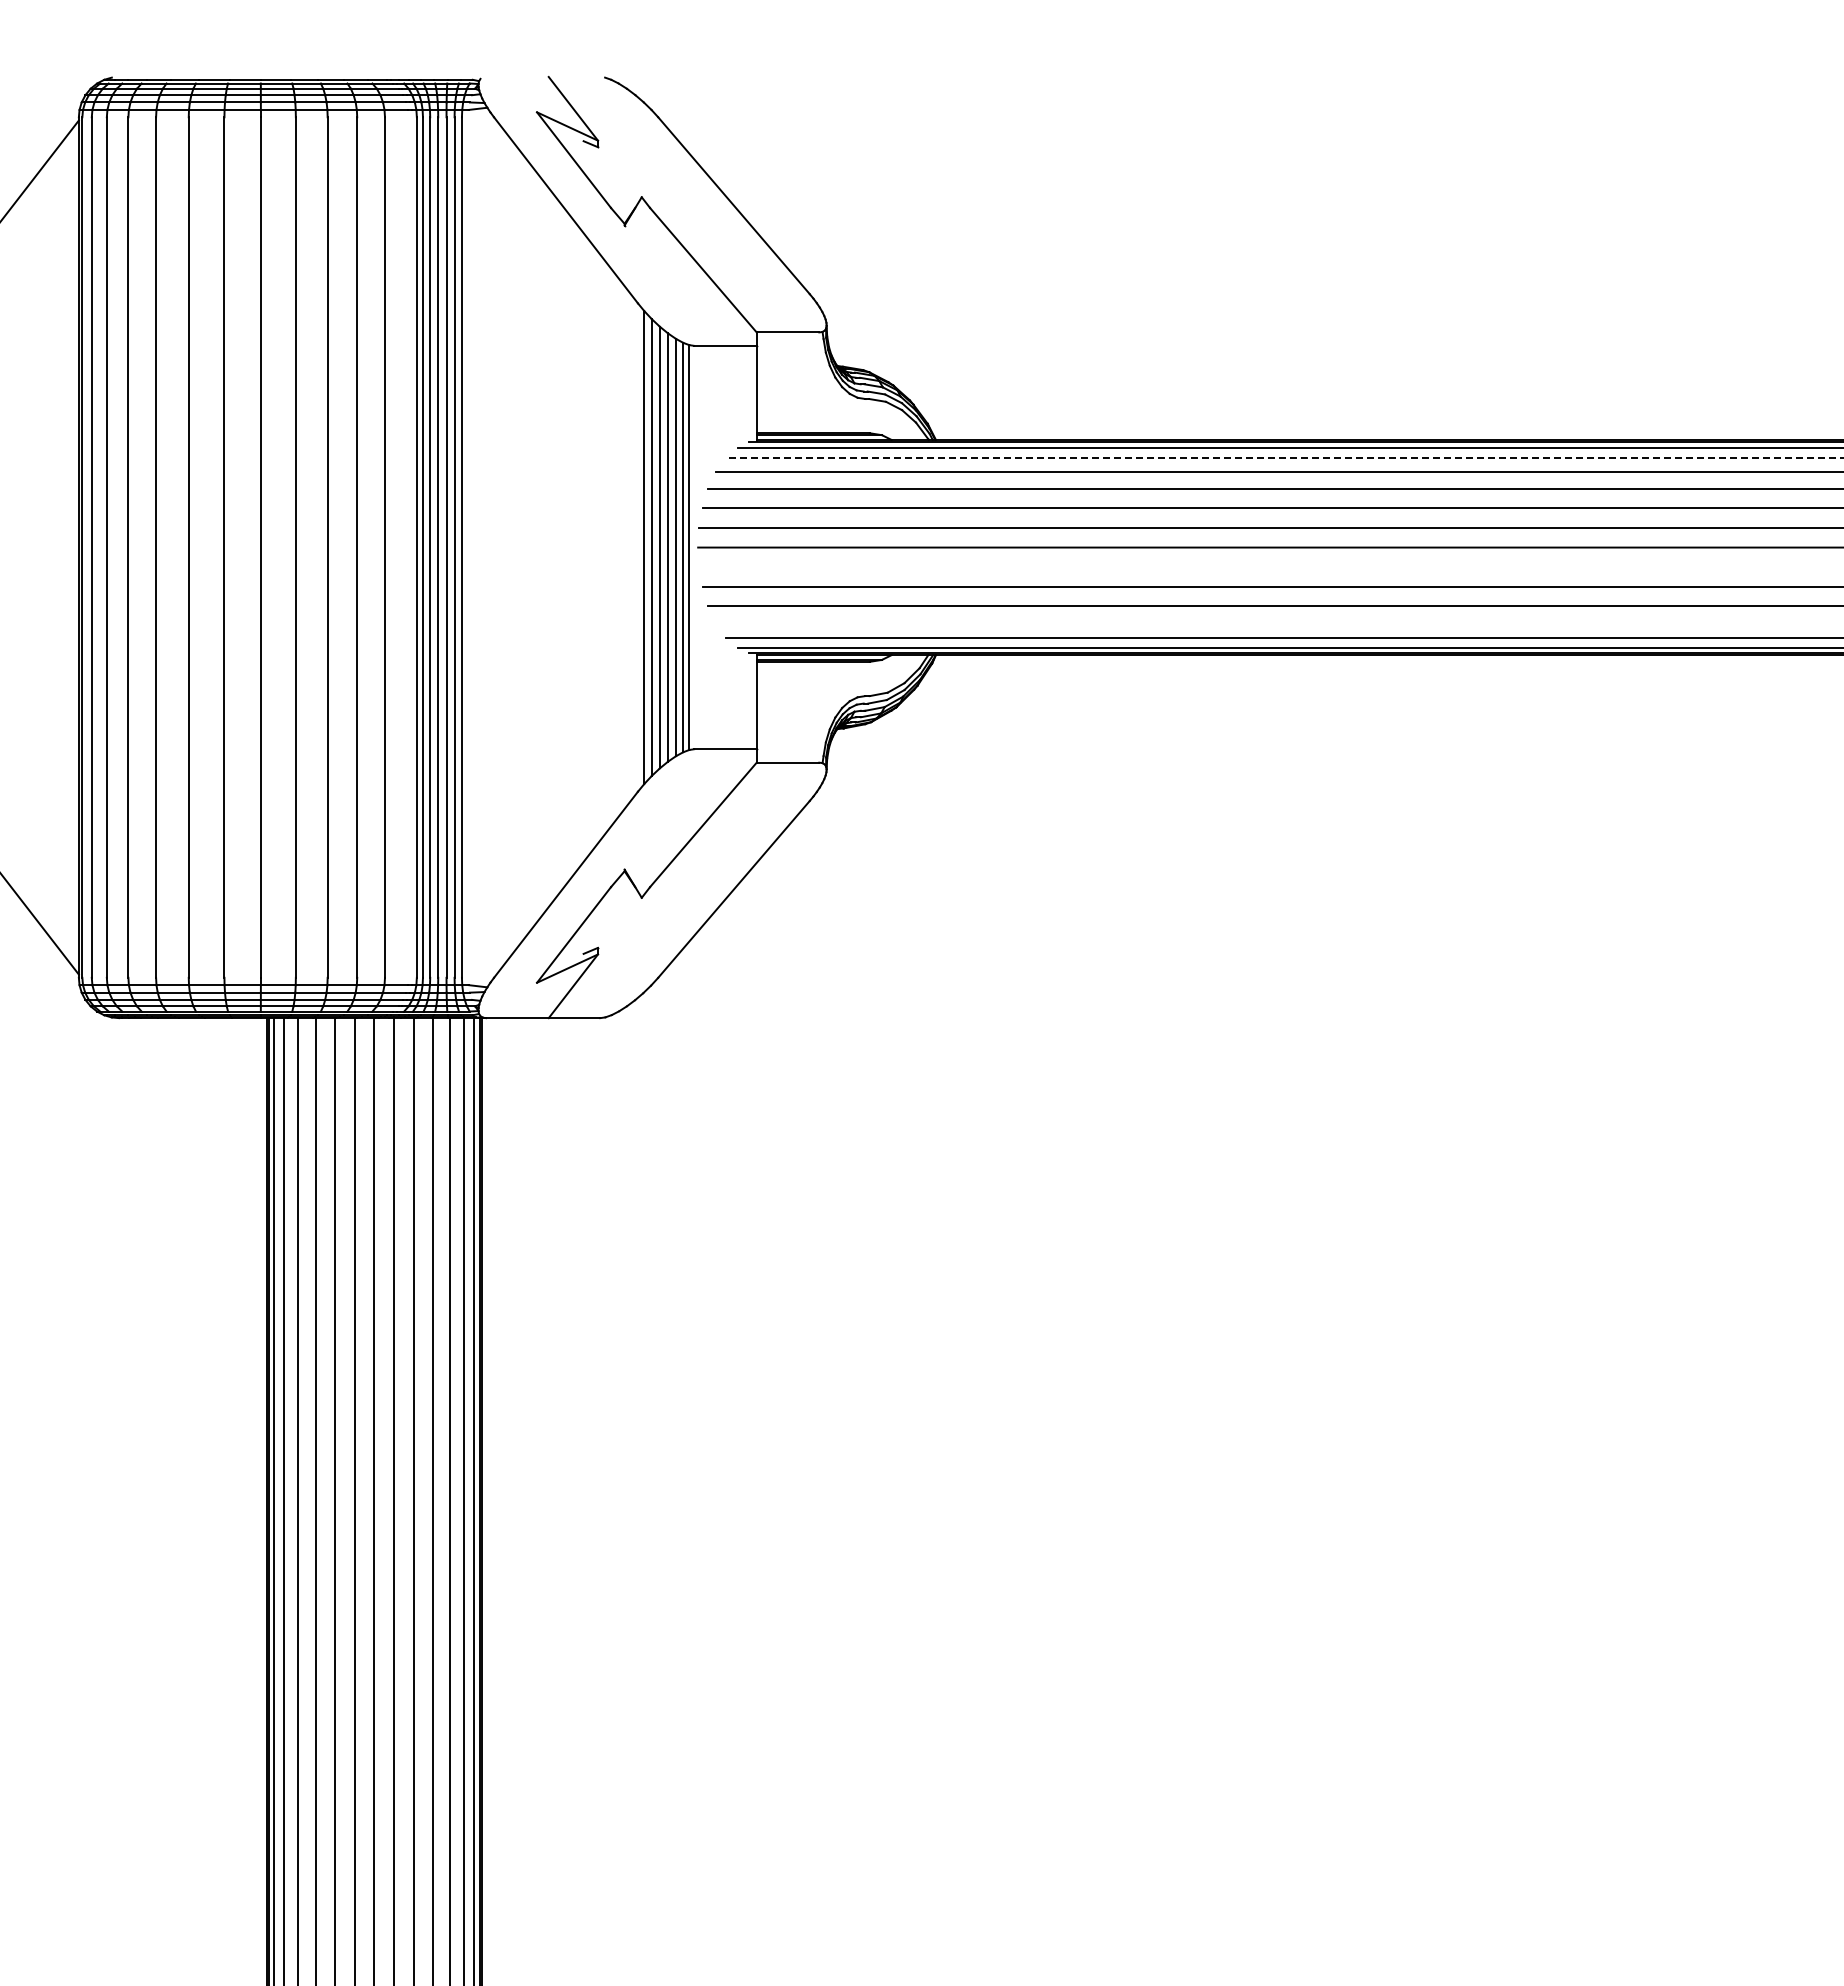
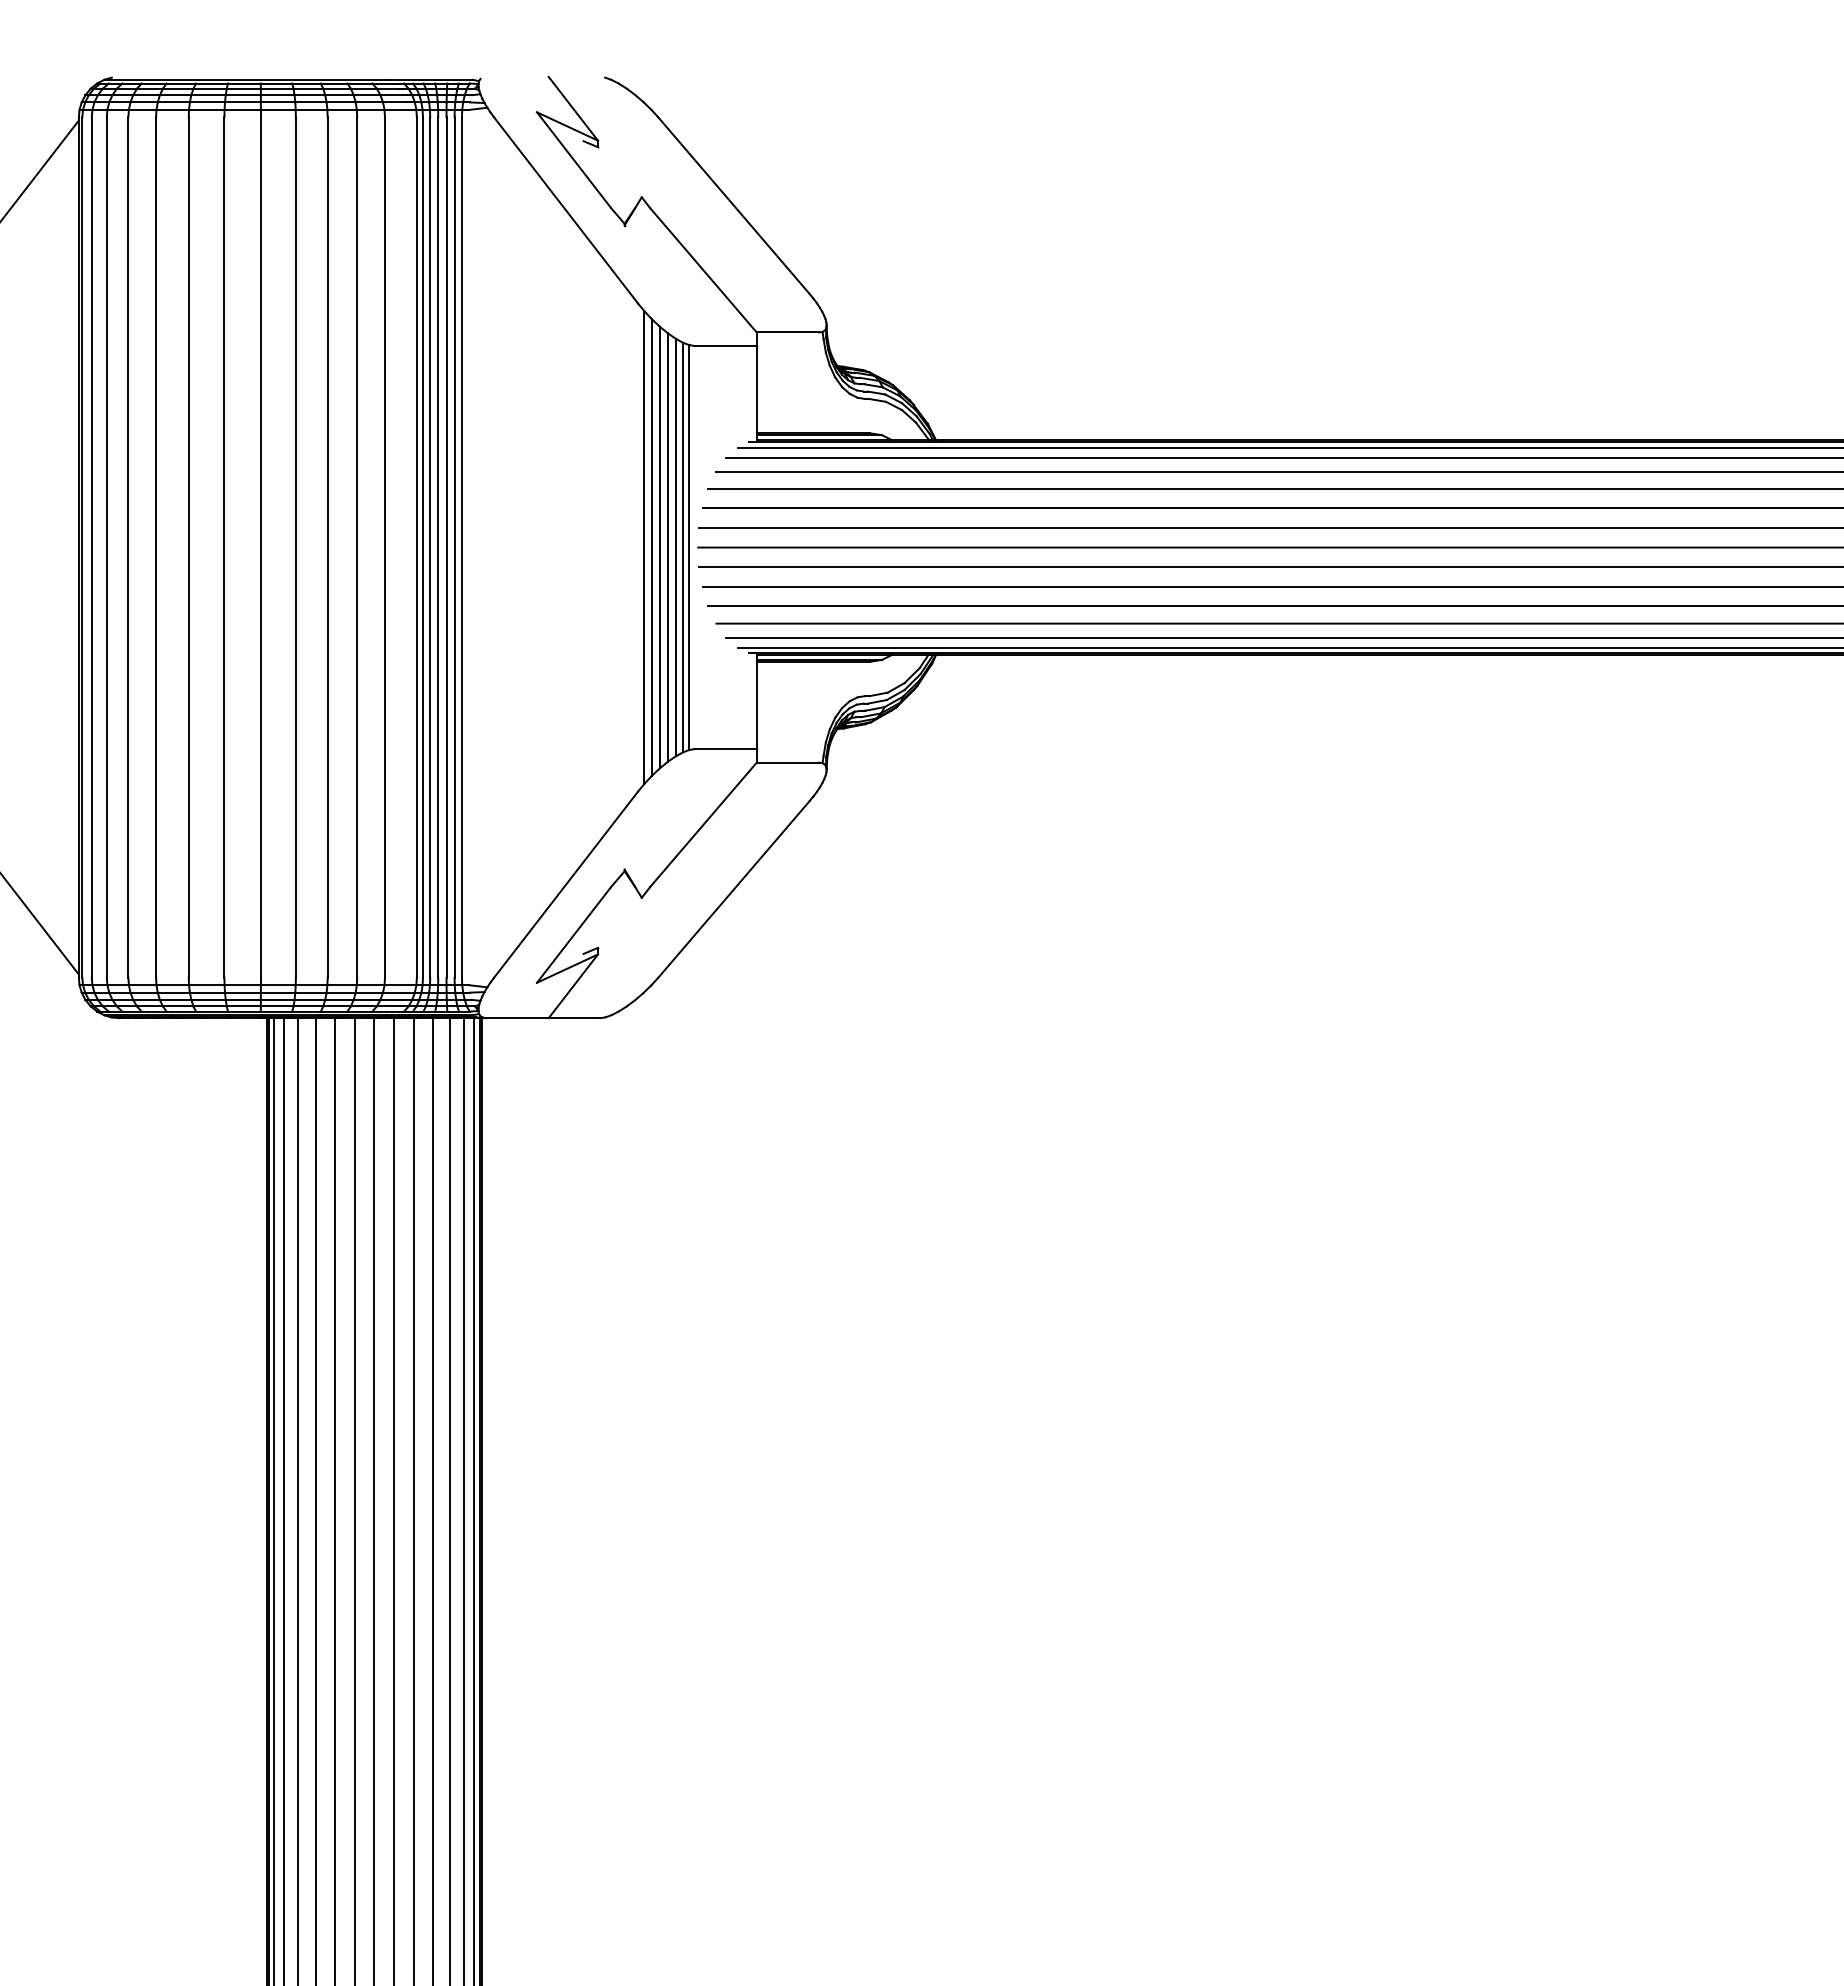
line at (1284, 457): dashed -> solid
line at (1269, 567): none -> present
line at (1278, 623): none -> present
